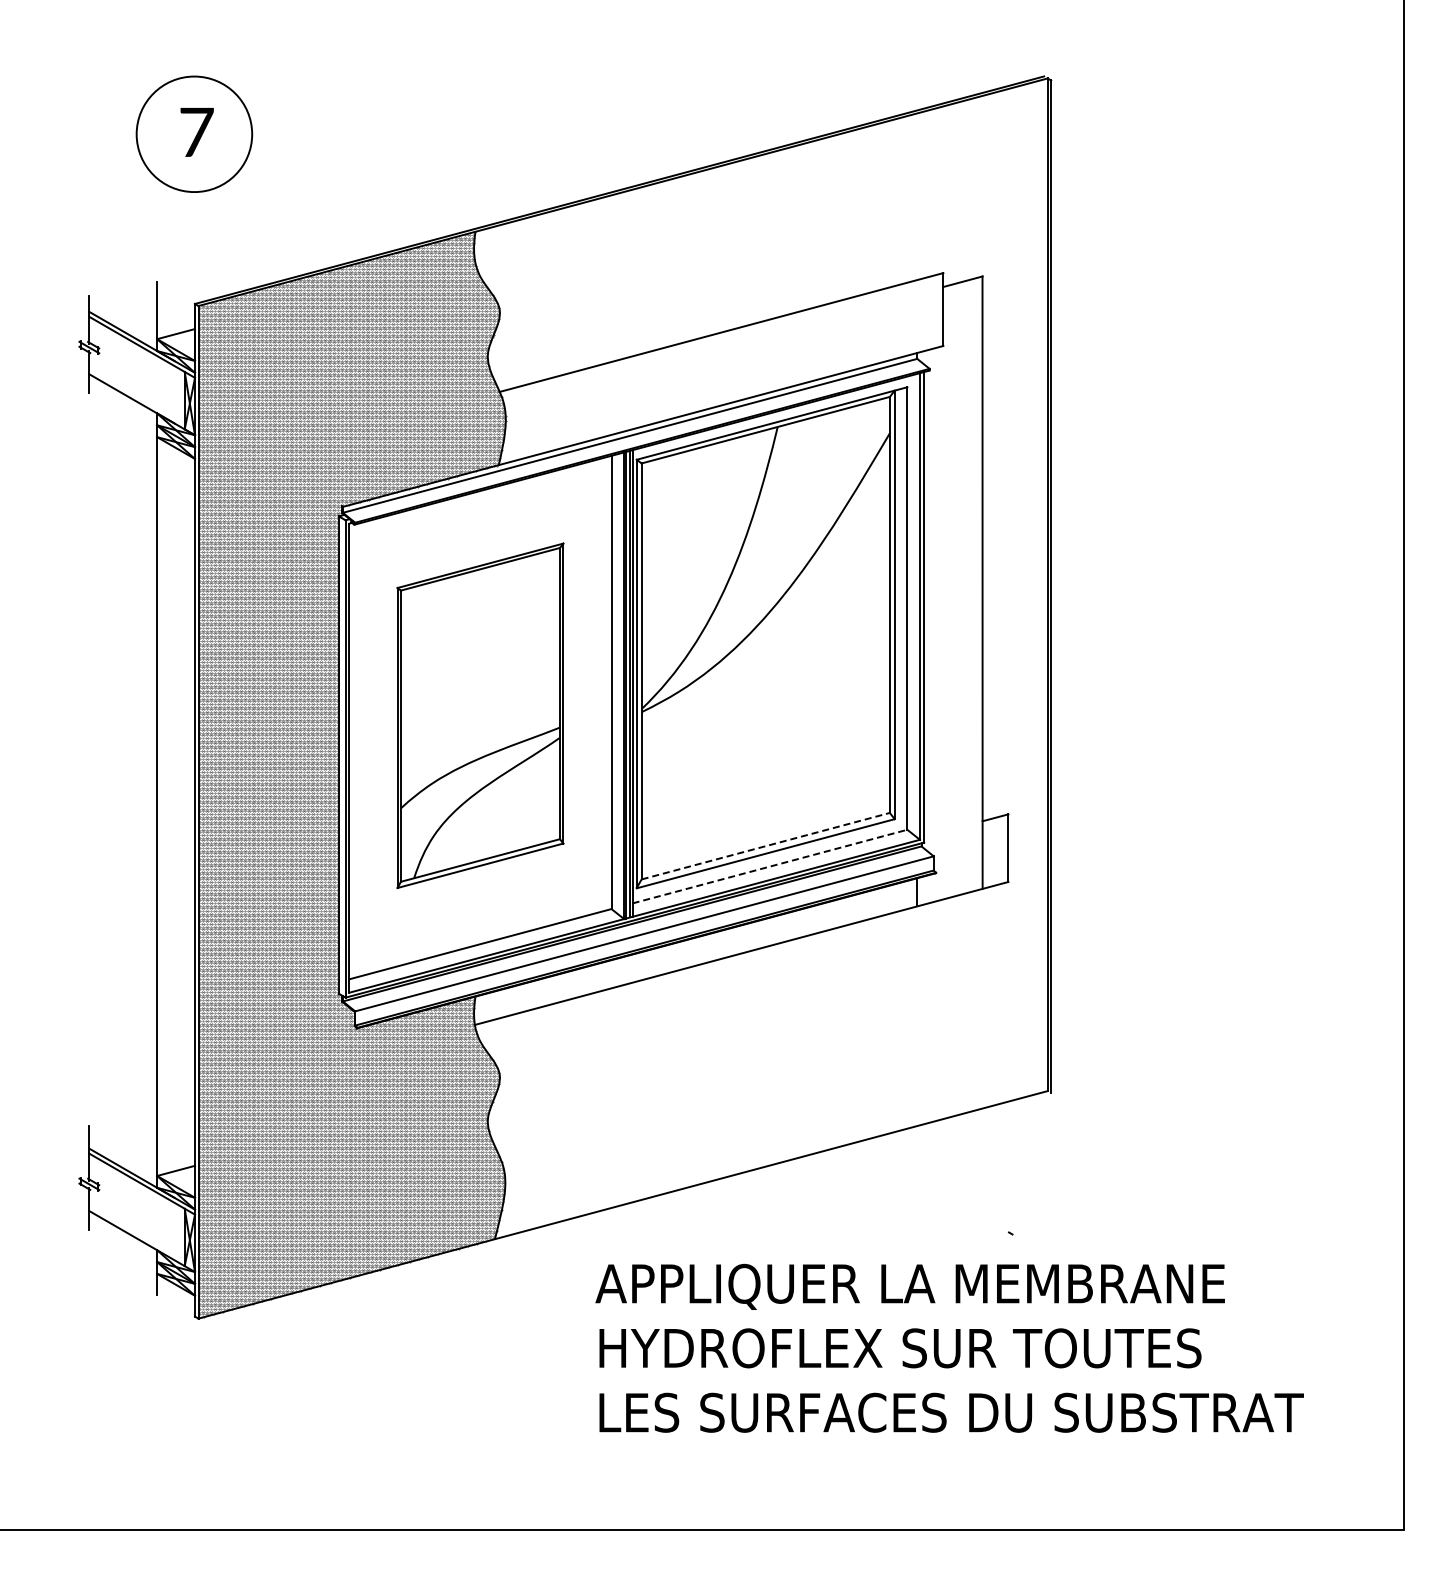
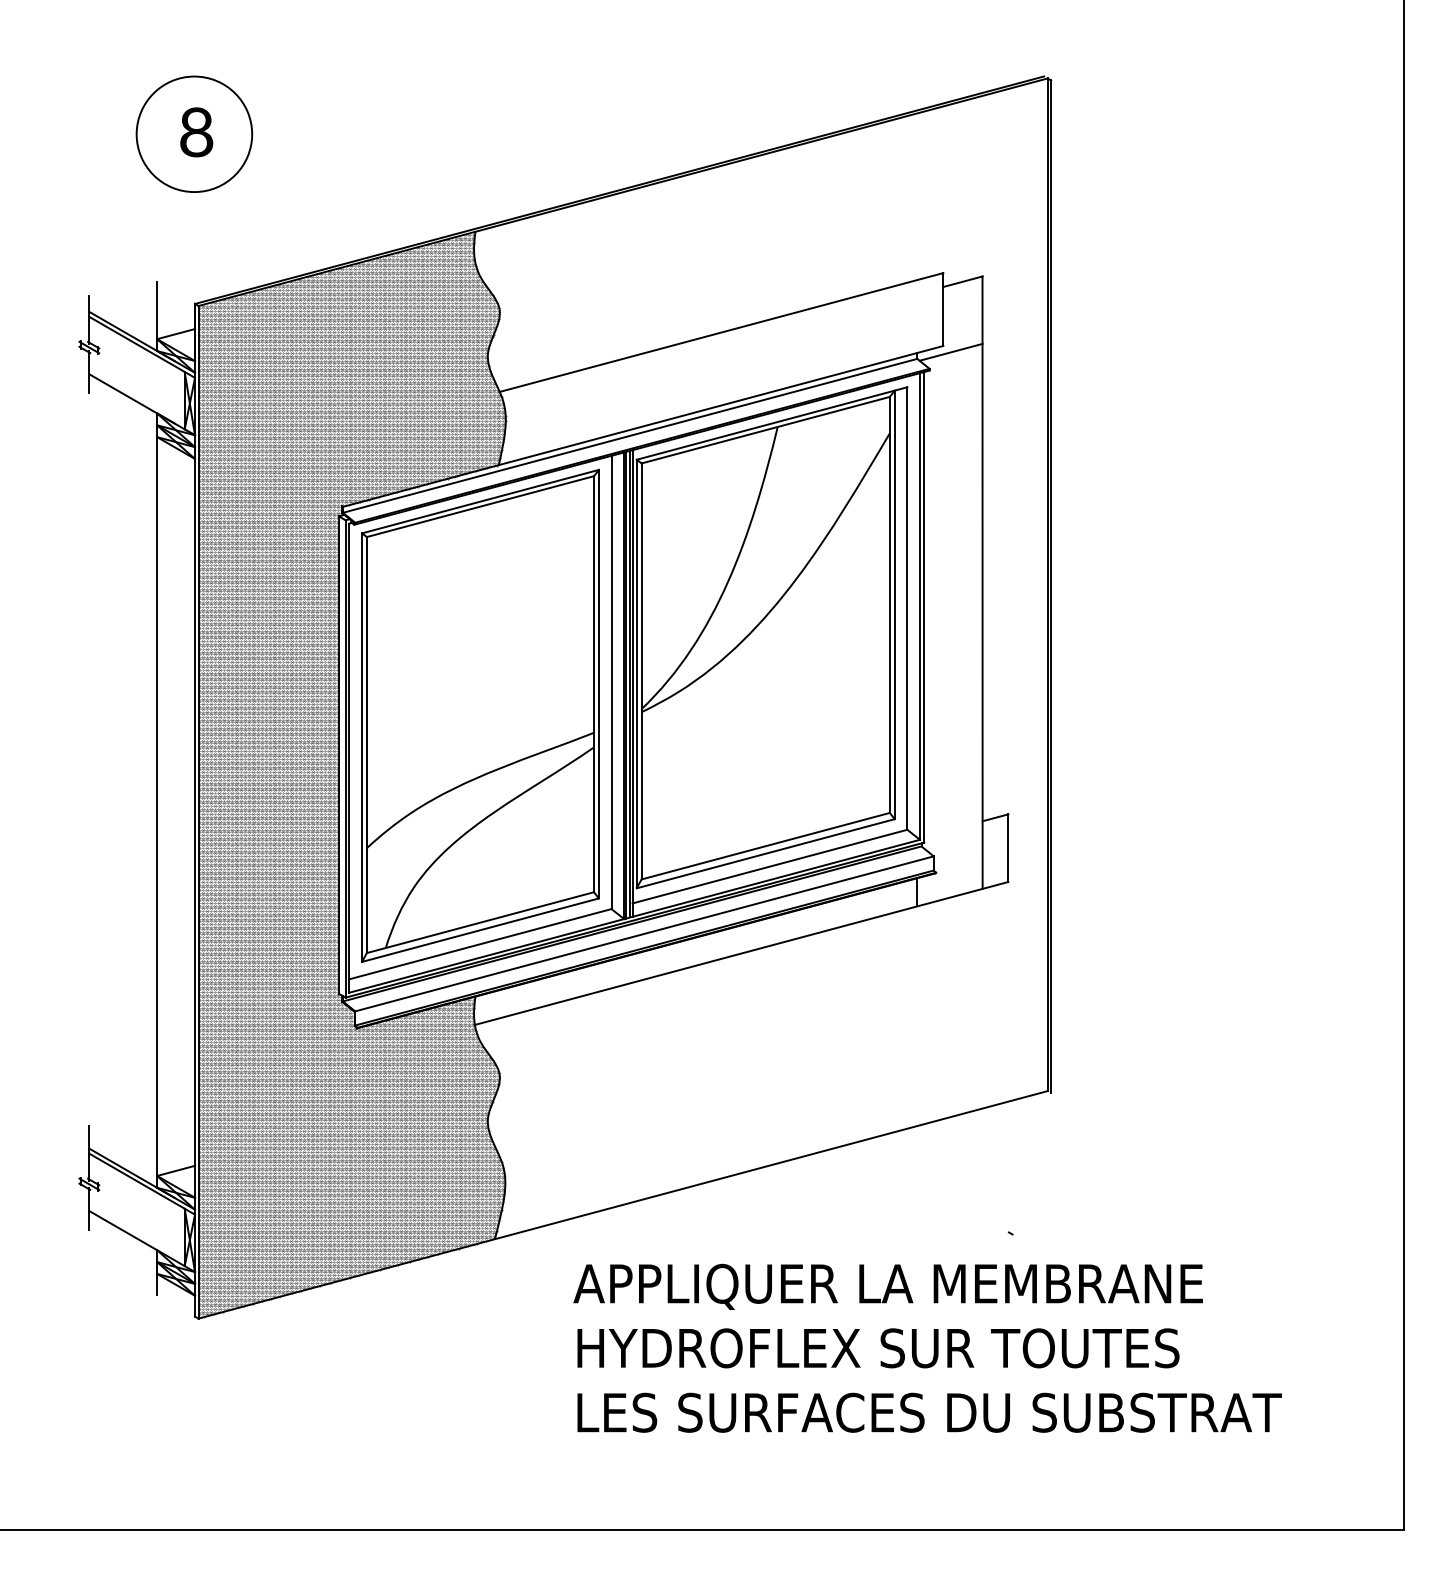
text at (196, 132): 7 -> 8
line at (950, 351): none -> present
part at (480, 715) size: 169x348 px -> 239x495 px
line at (766, 846): dashed -> solid
line at (770, 866): dashed -> solid
text at (949, 1347) position: (949, 1347) -> (927, 1347)
